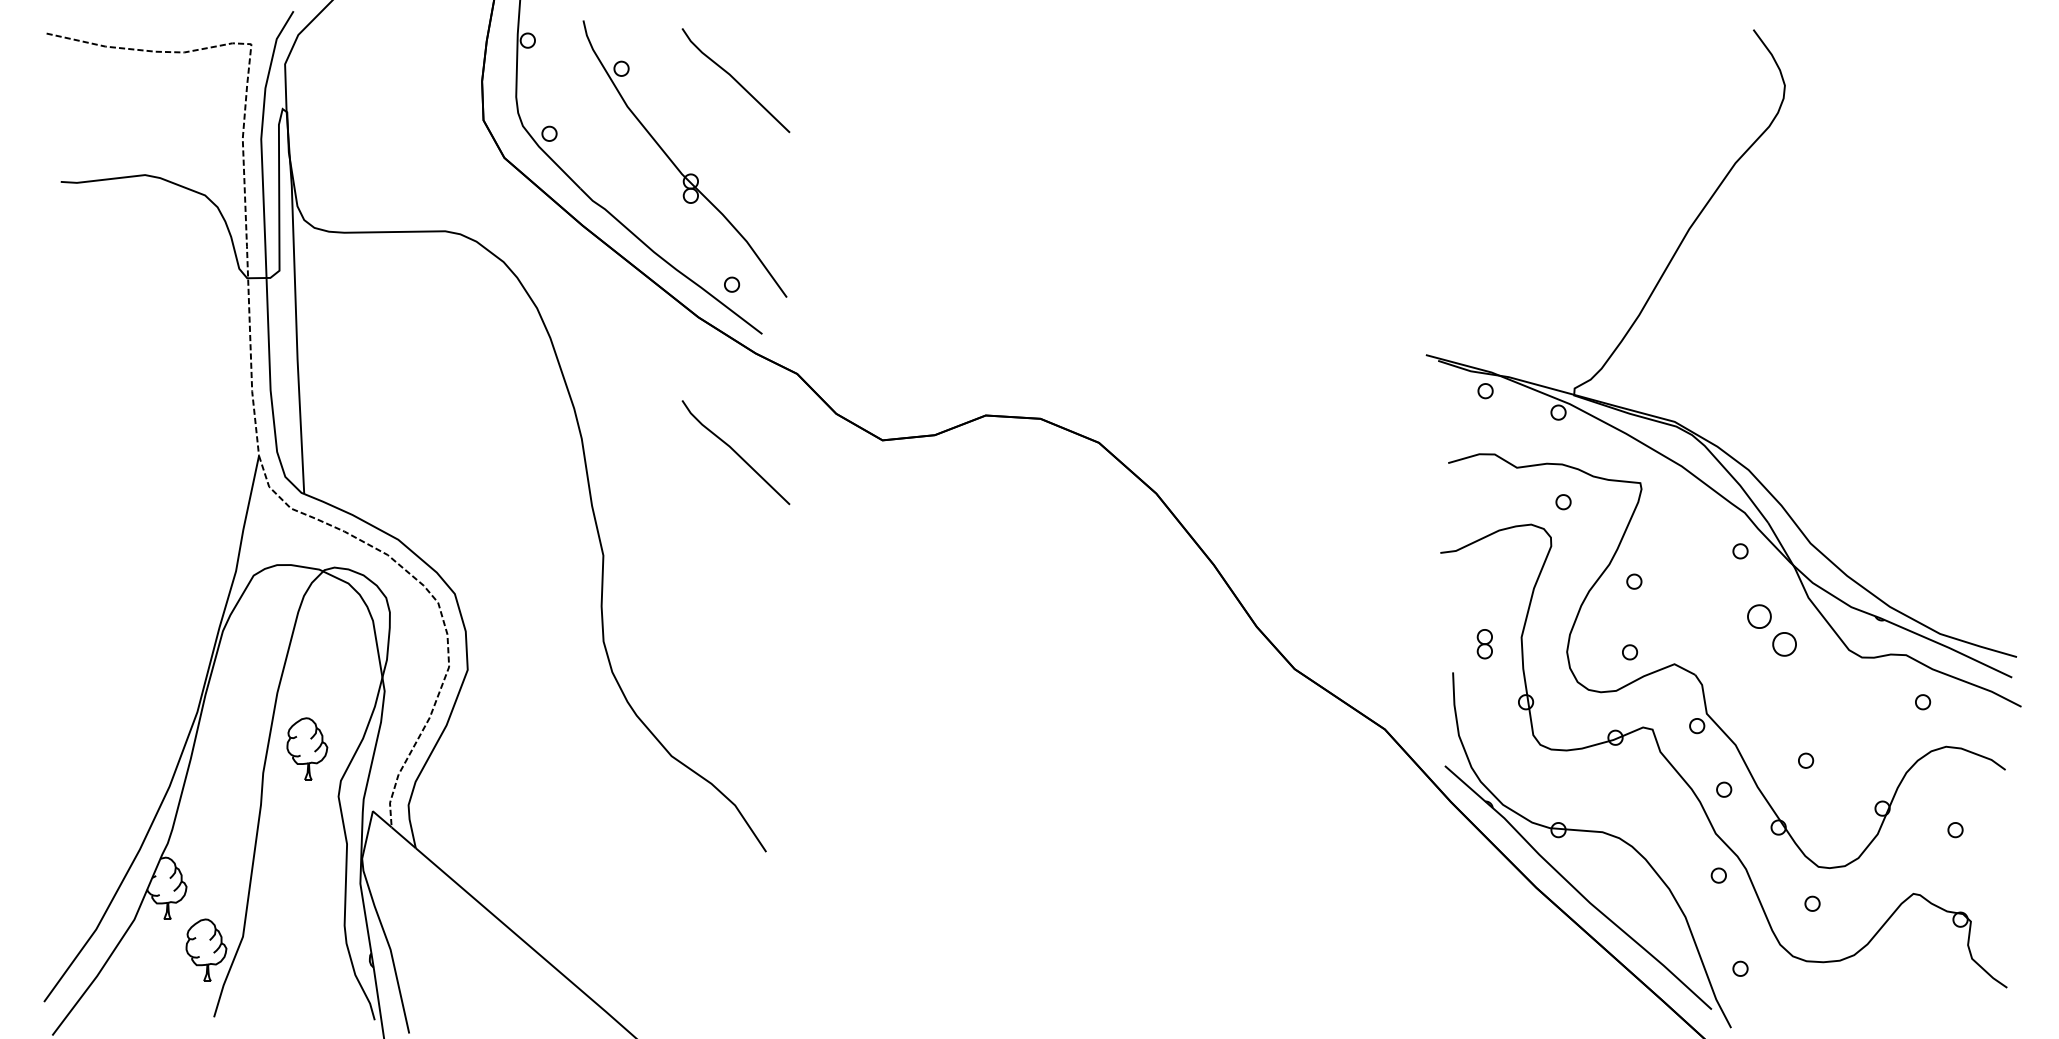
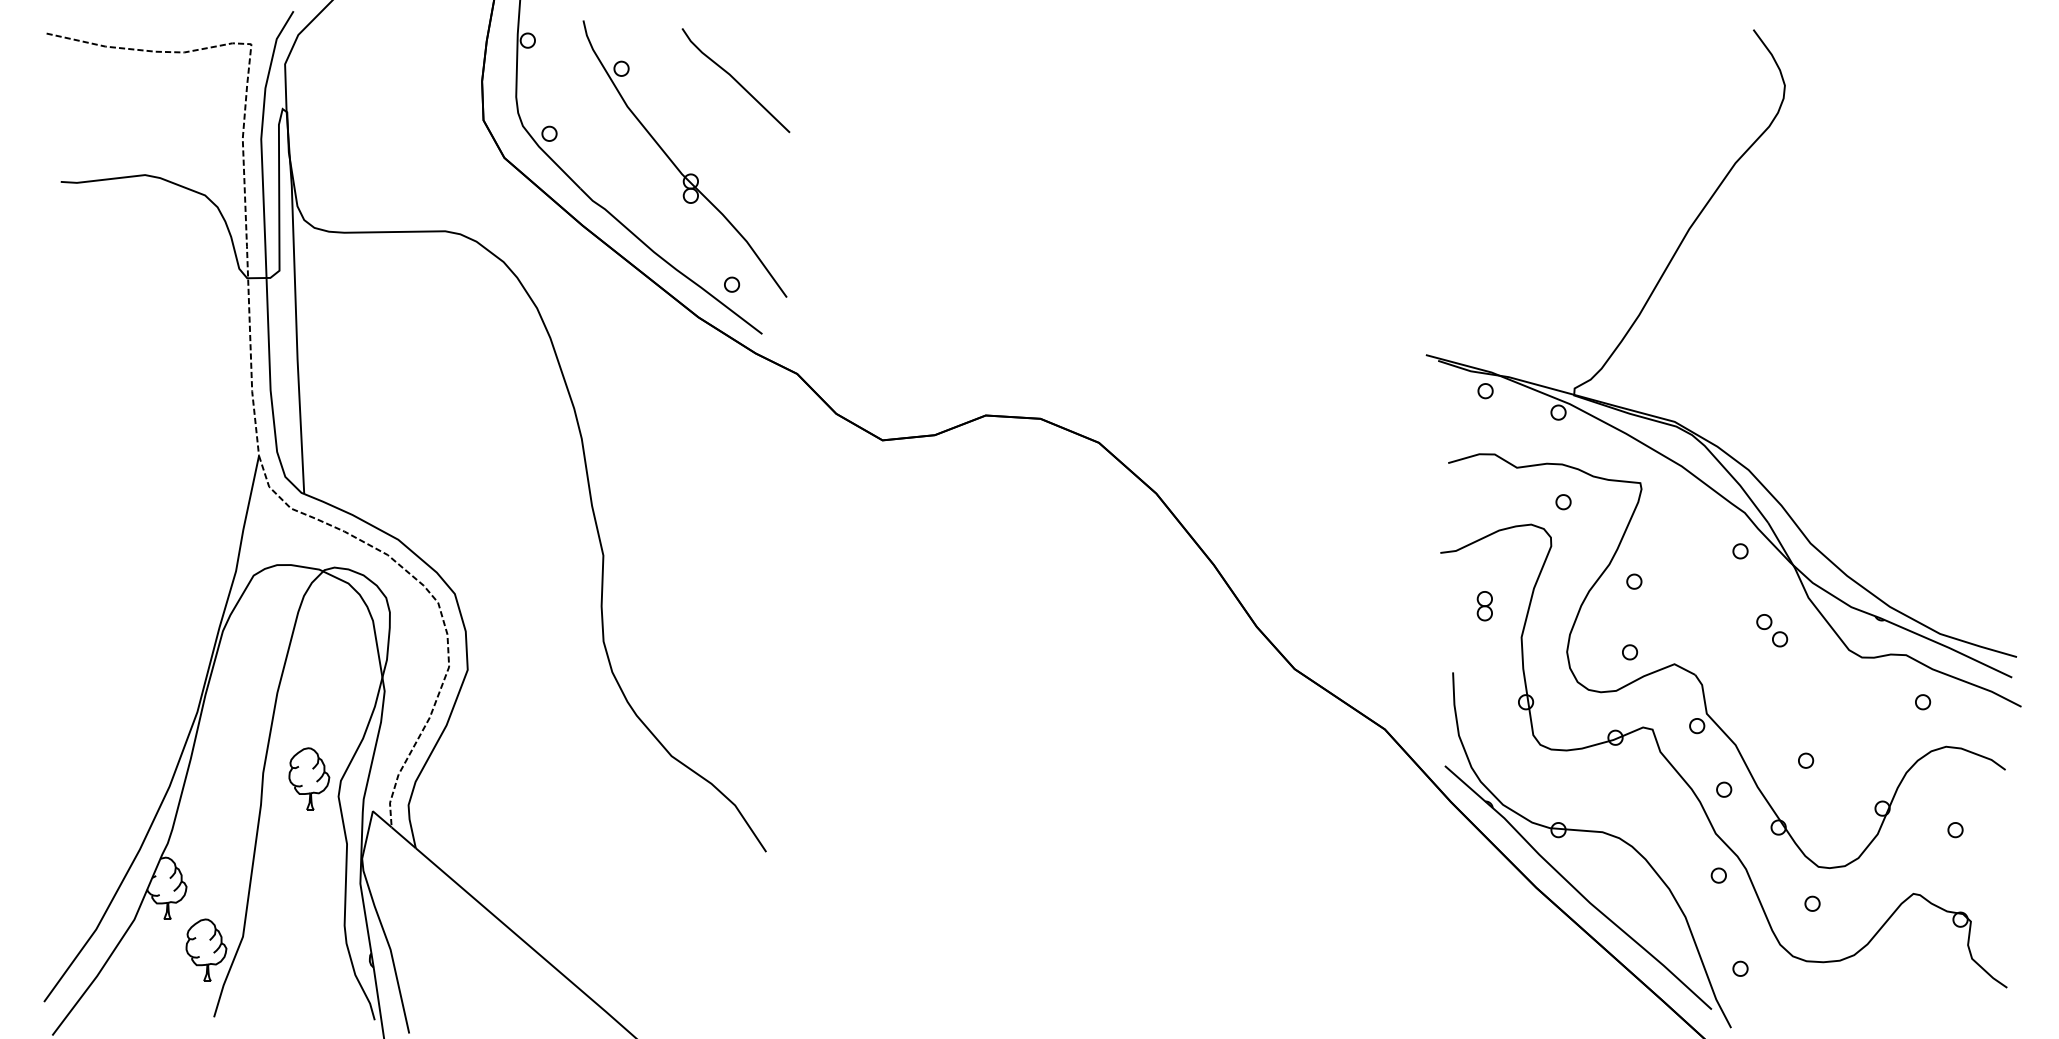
line at (735, 452): present -> none
part at (1771, 630) size: 50x53 px -> 33x34 px
part at (1484, 644) position: (1484, 644) -> (1484, 606)
part at (307, 748) position: (307, 748) -> (309, 778)
